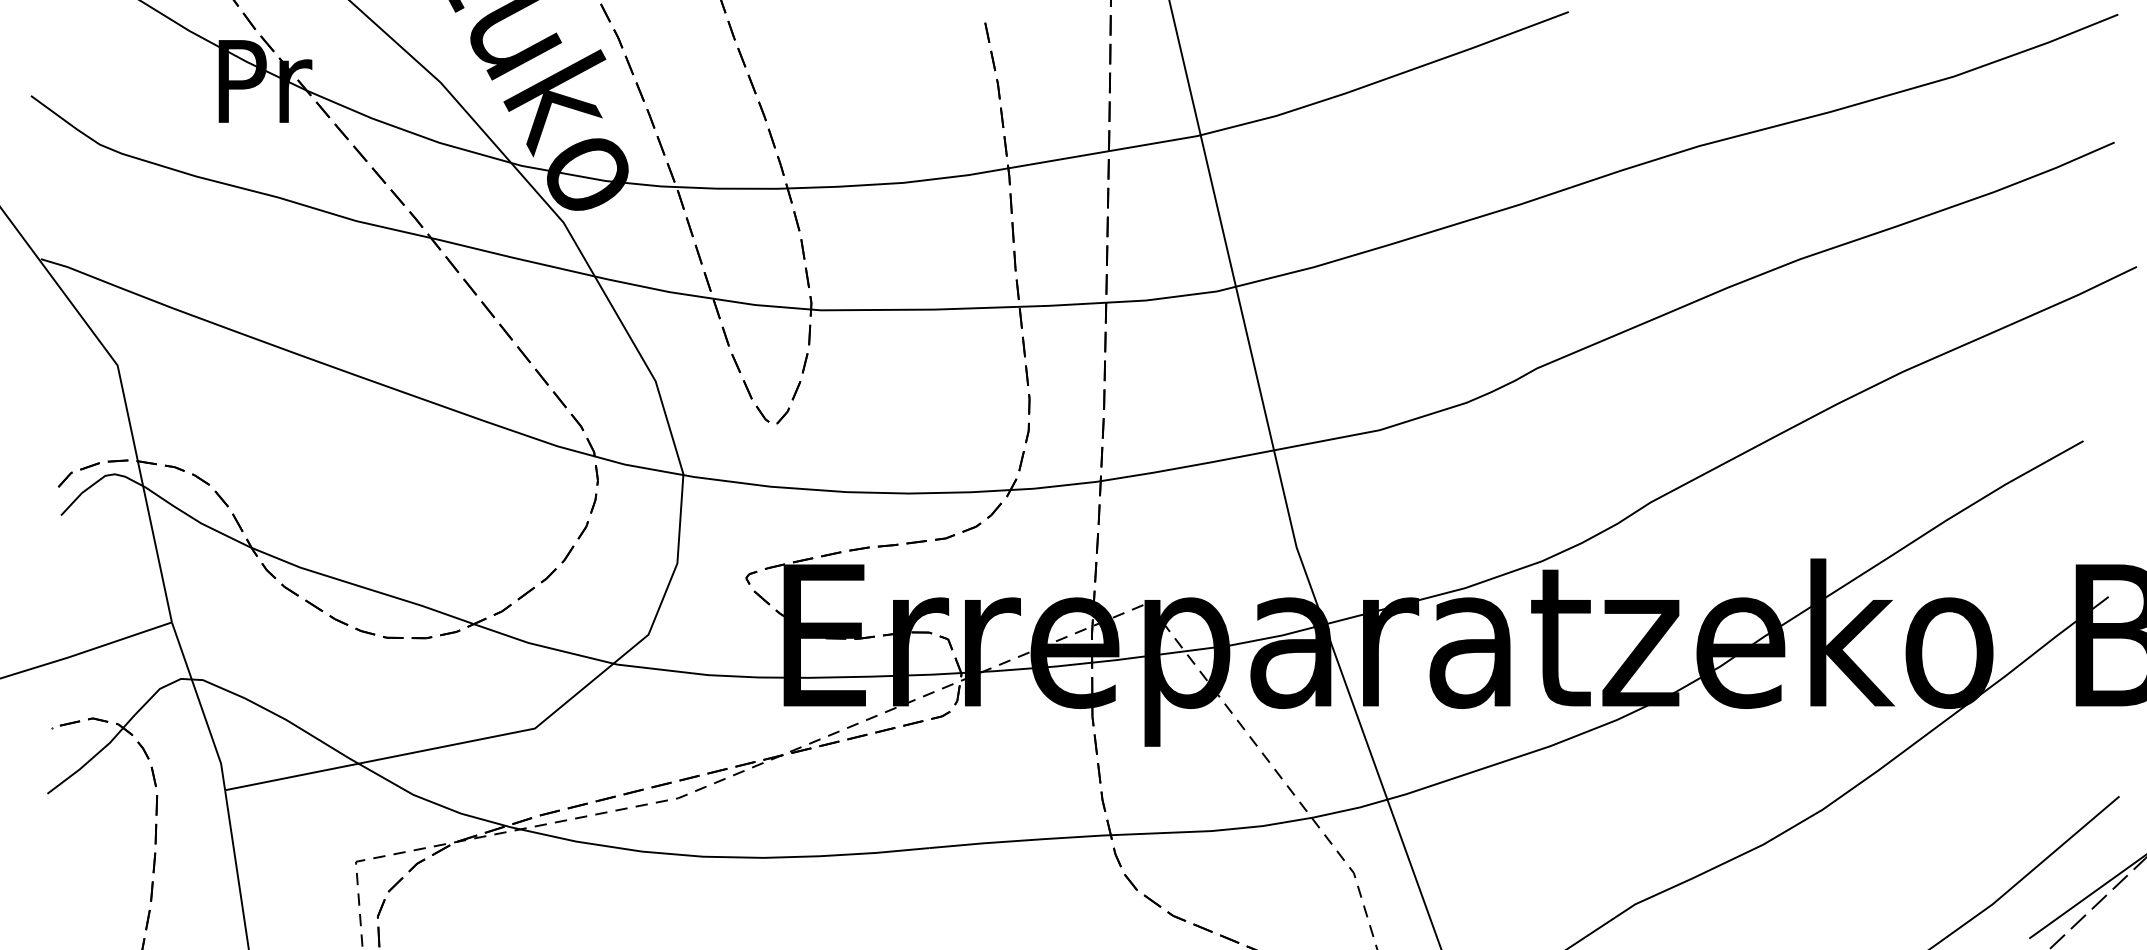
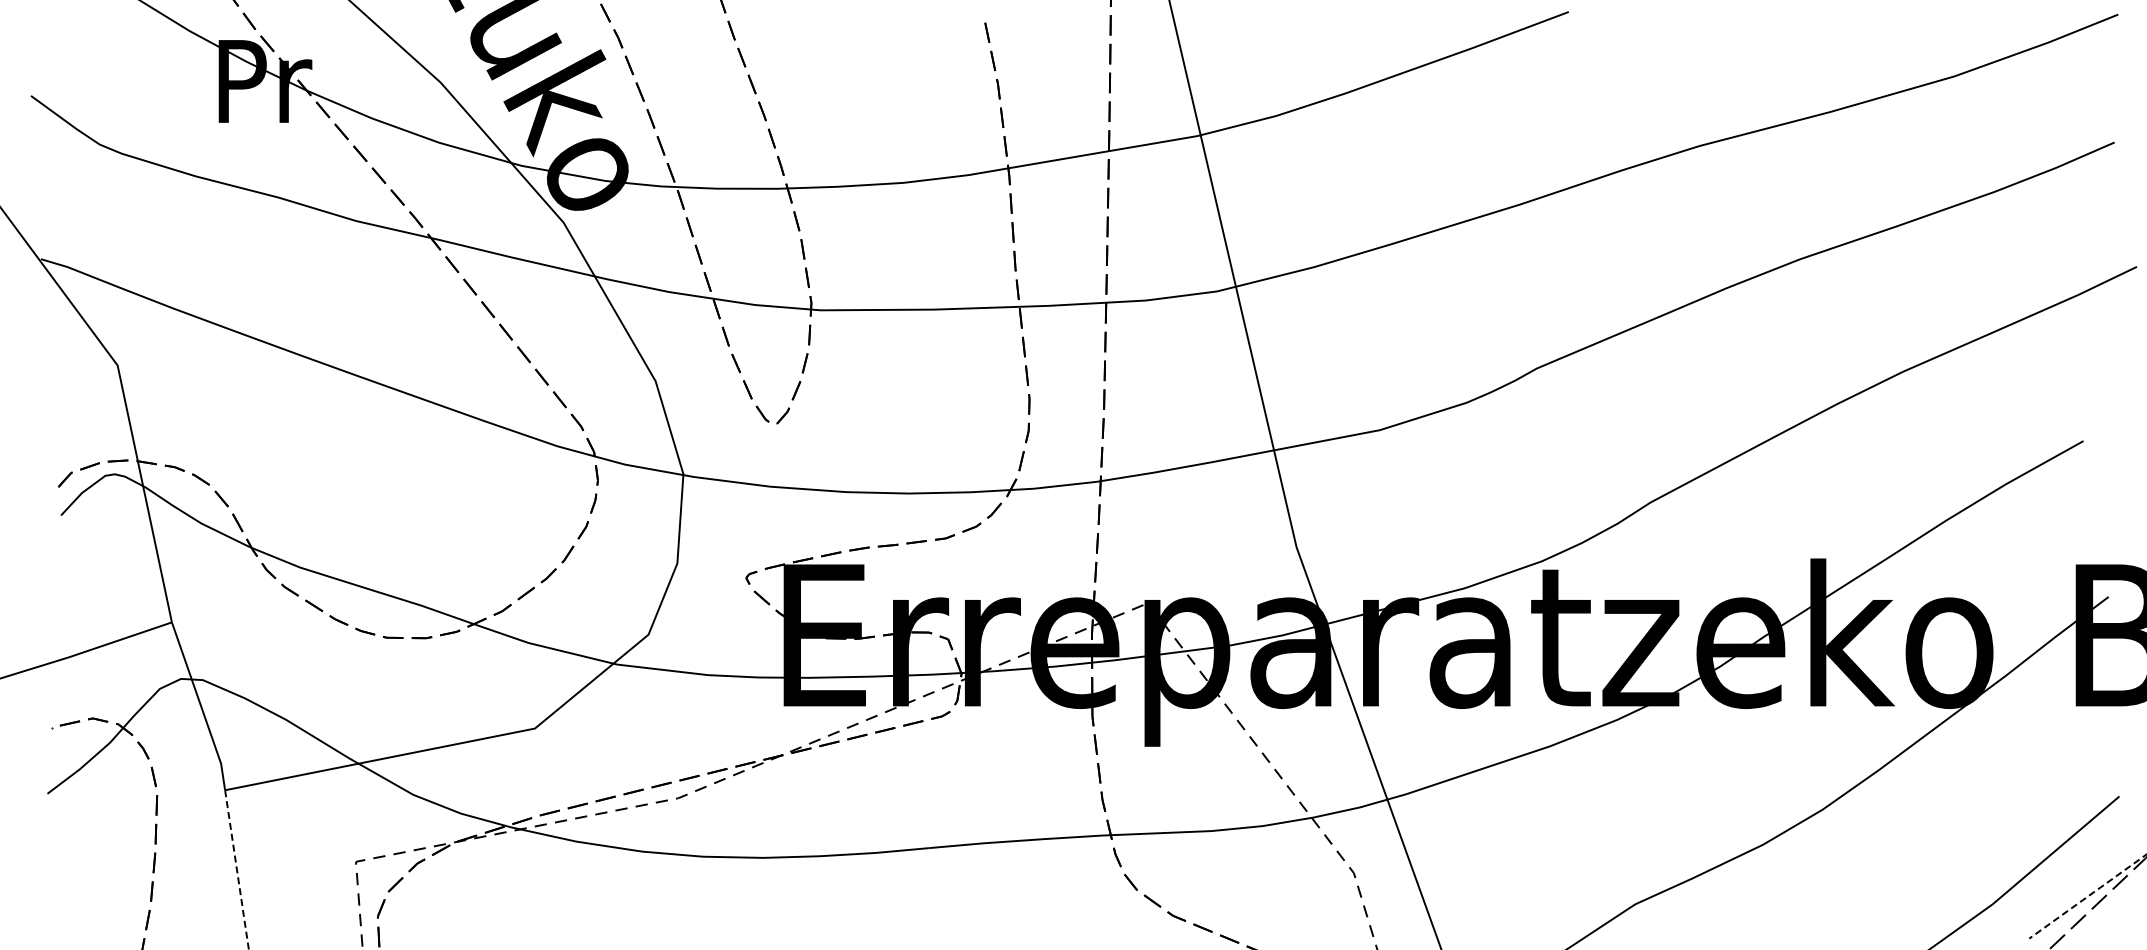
line at (237, 870): solid -> dashed
line at (2087, 896): solid -> dashed
